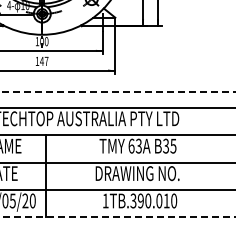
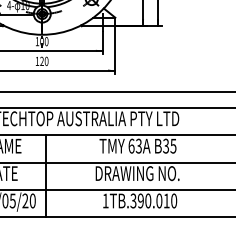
text at (44, 61): 147 -> 120
line at (118, 92): dashed -> solid
line at (117, 217): dashed -> solid
